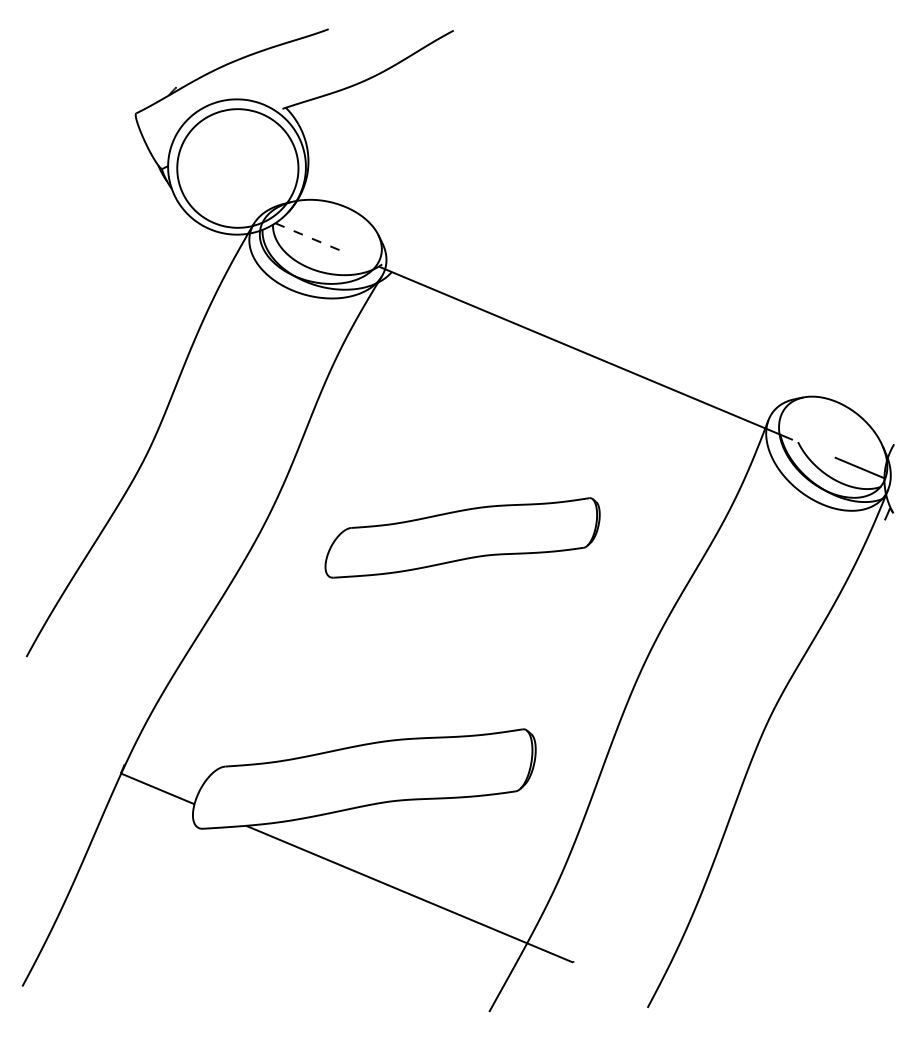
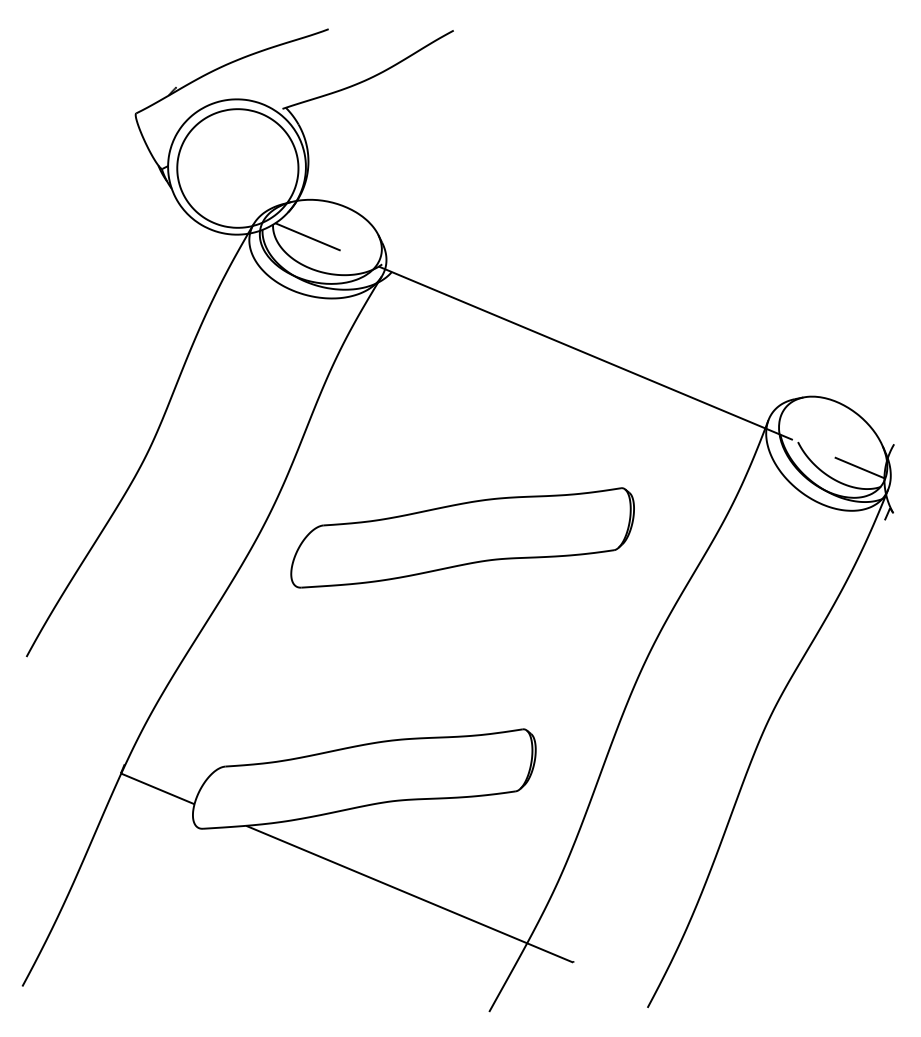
line at (308, 237): dashed -> solid
part at (462, 537) size: 277x82 px -> 345x102 px
